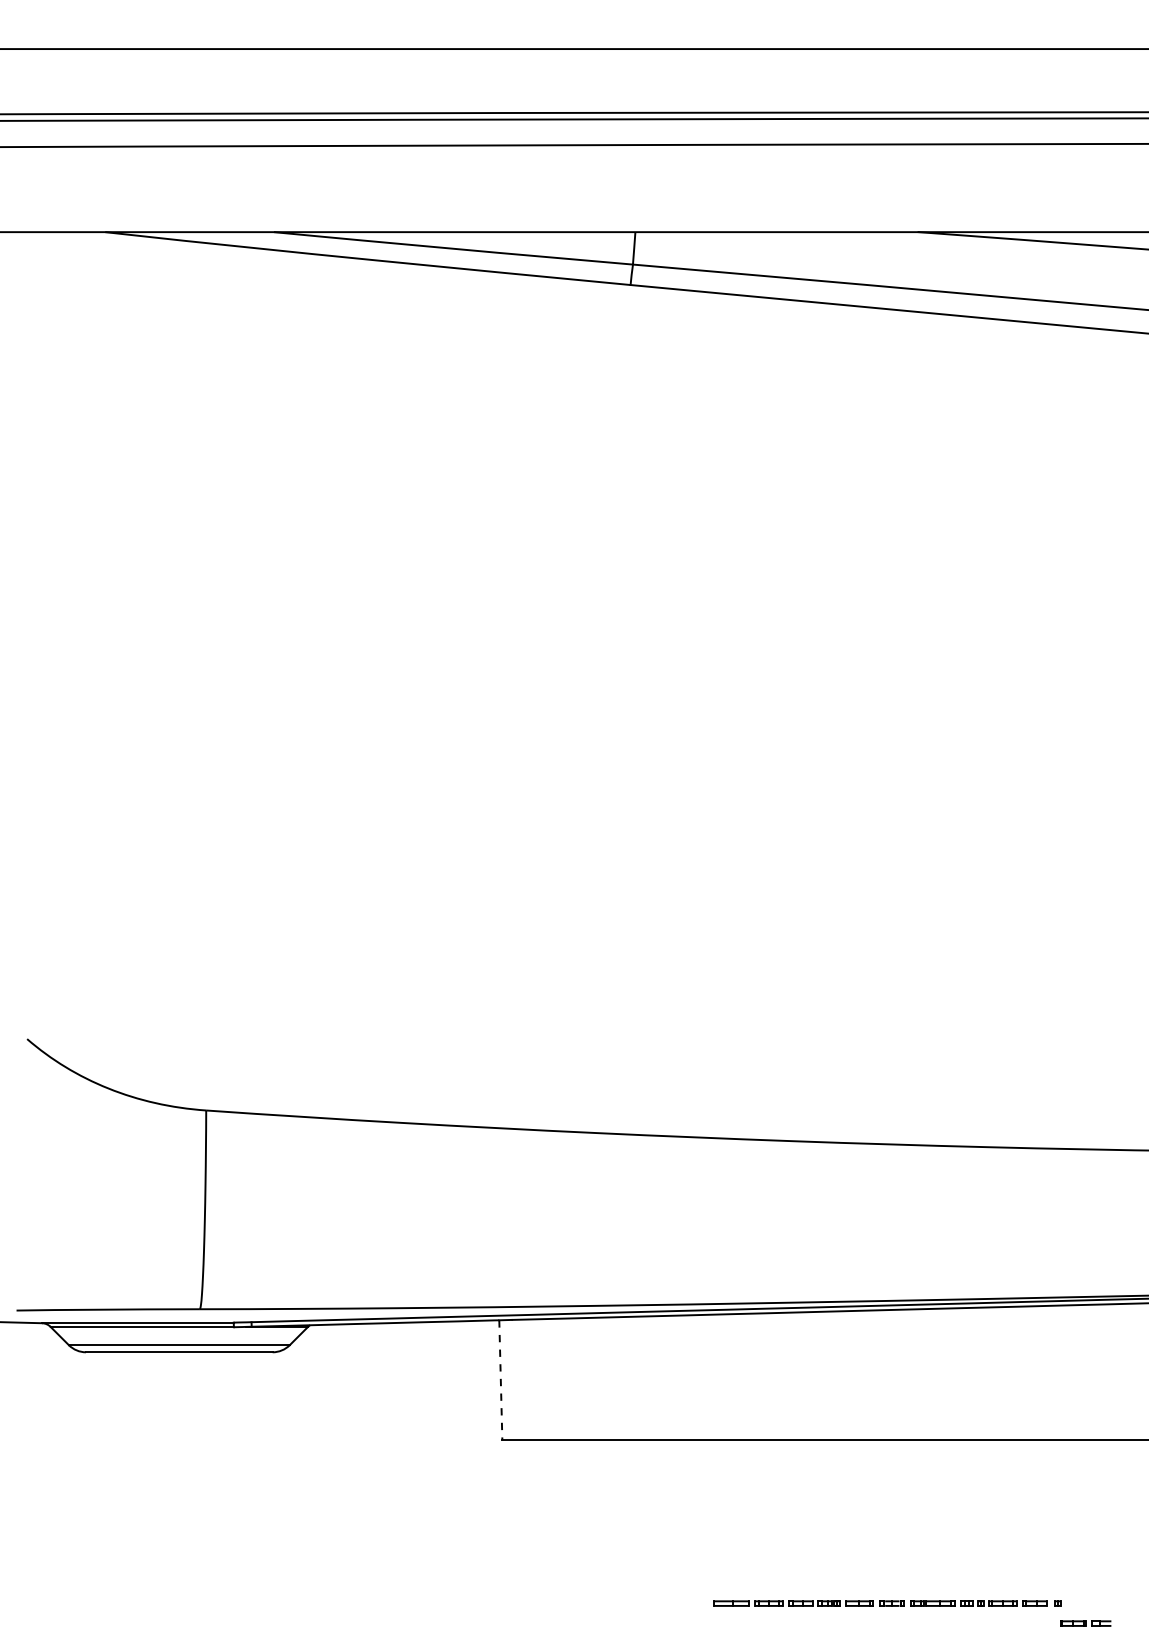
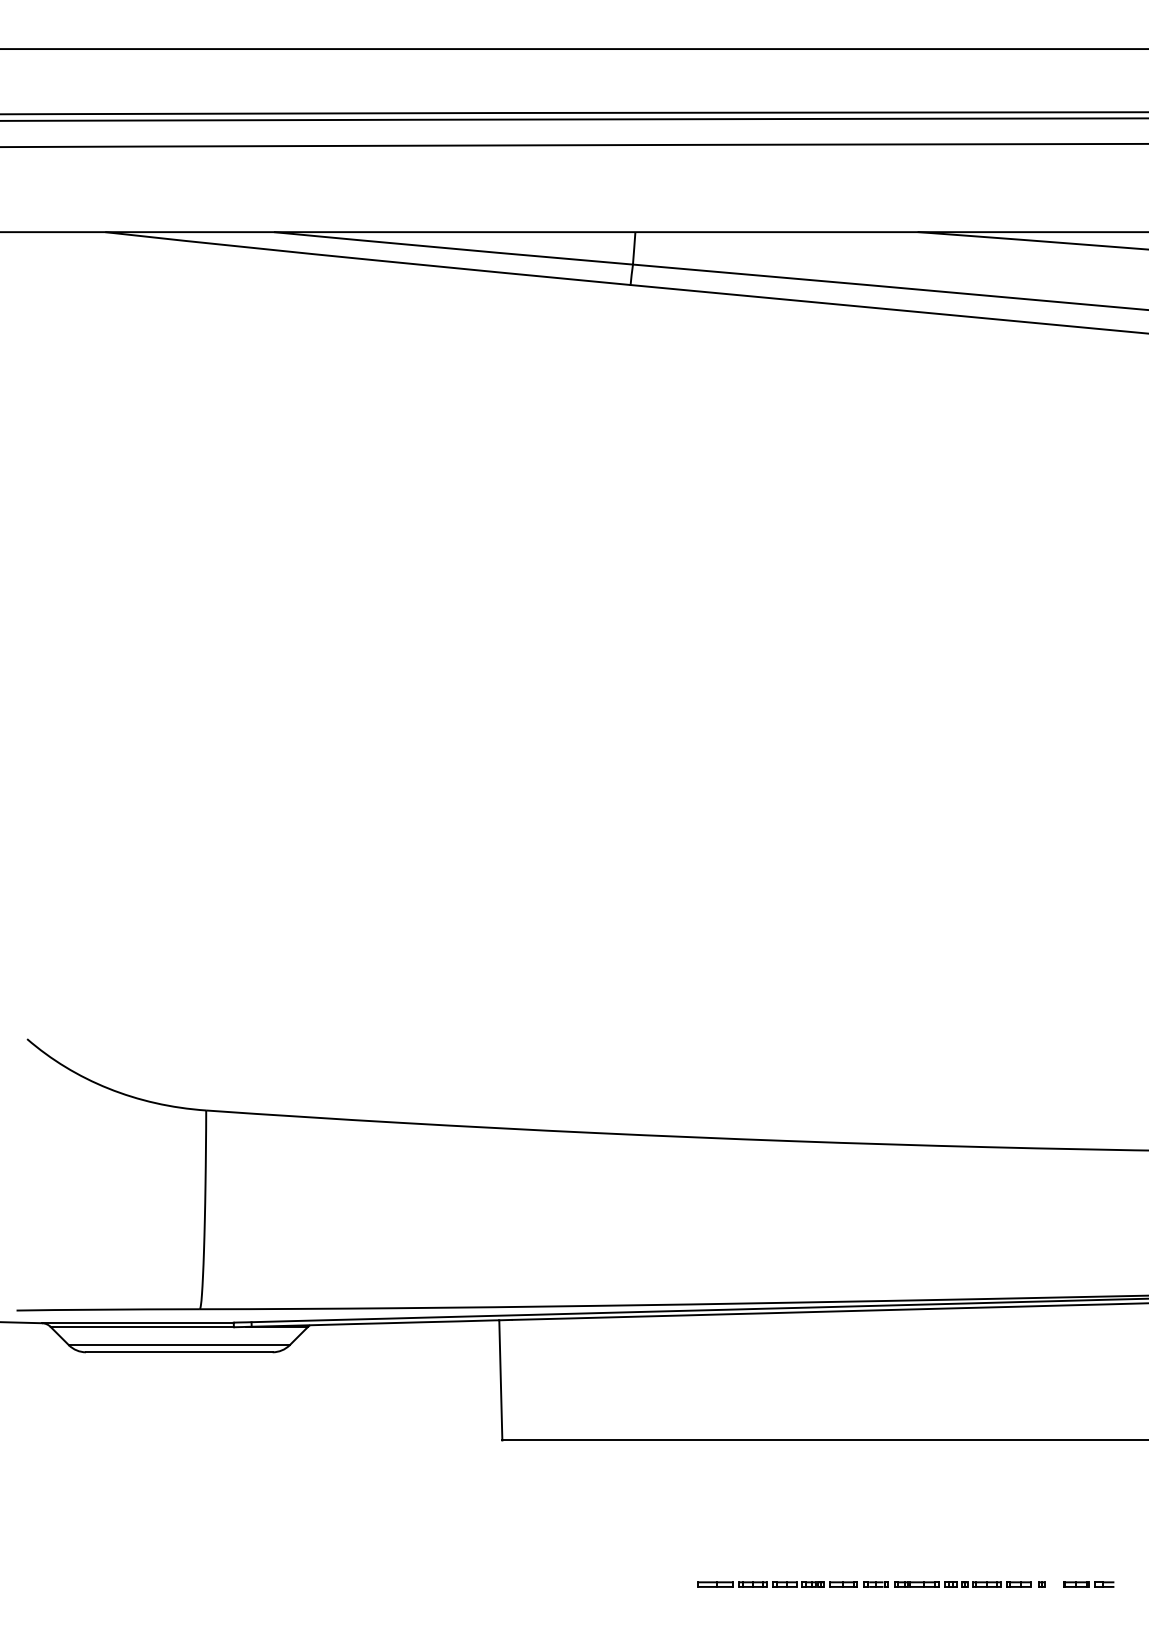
line at (500, 1380): dashed -> solid
part at (887, 1603) position: (887, 1603) -> (871, 1584)
part at (1085, 1623) position: (1085, 1623) -> (1088, 1584)
